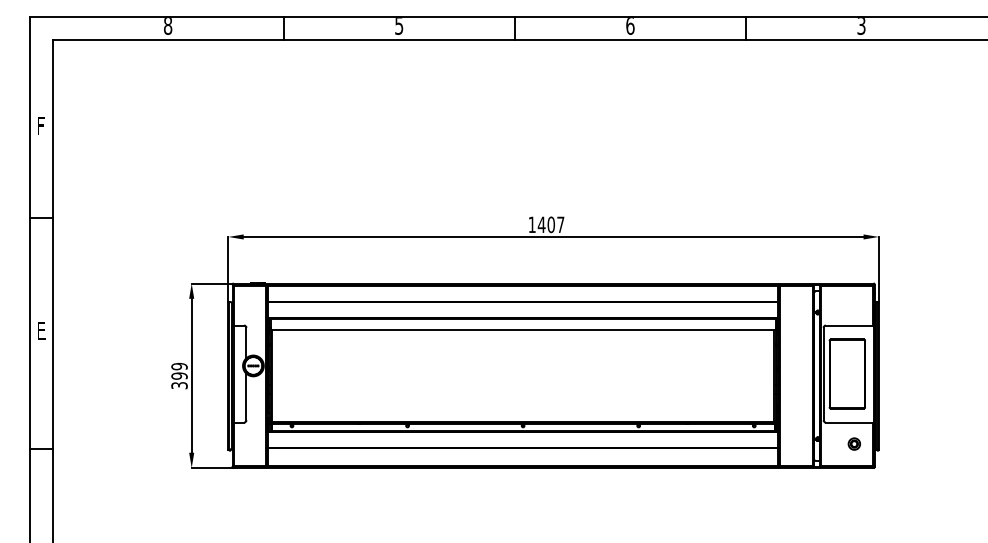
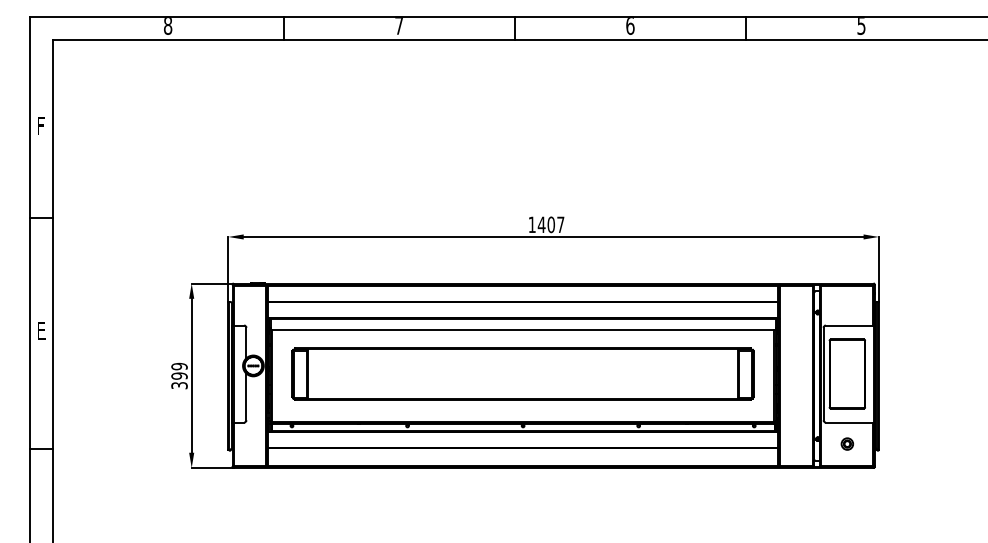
text at (399, 26): 5 -> 7
text at (861, 26): 3 -> 5
part at (522, 373): none -> present
part at (853, 443) position: (853, 443) -> (846, 443)
